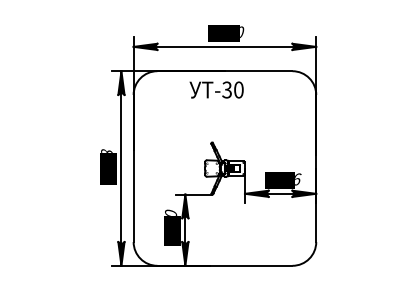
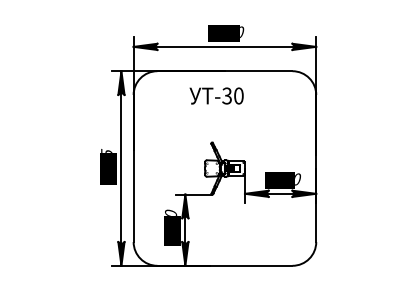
text at (216, 89) position: (216, 89) -> (216, 95)
text at (106, 150): 4418 -> 4095
text at (298, 179): 1886 -> 1500
